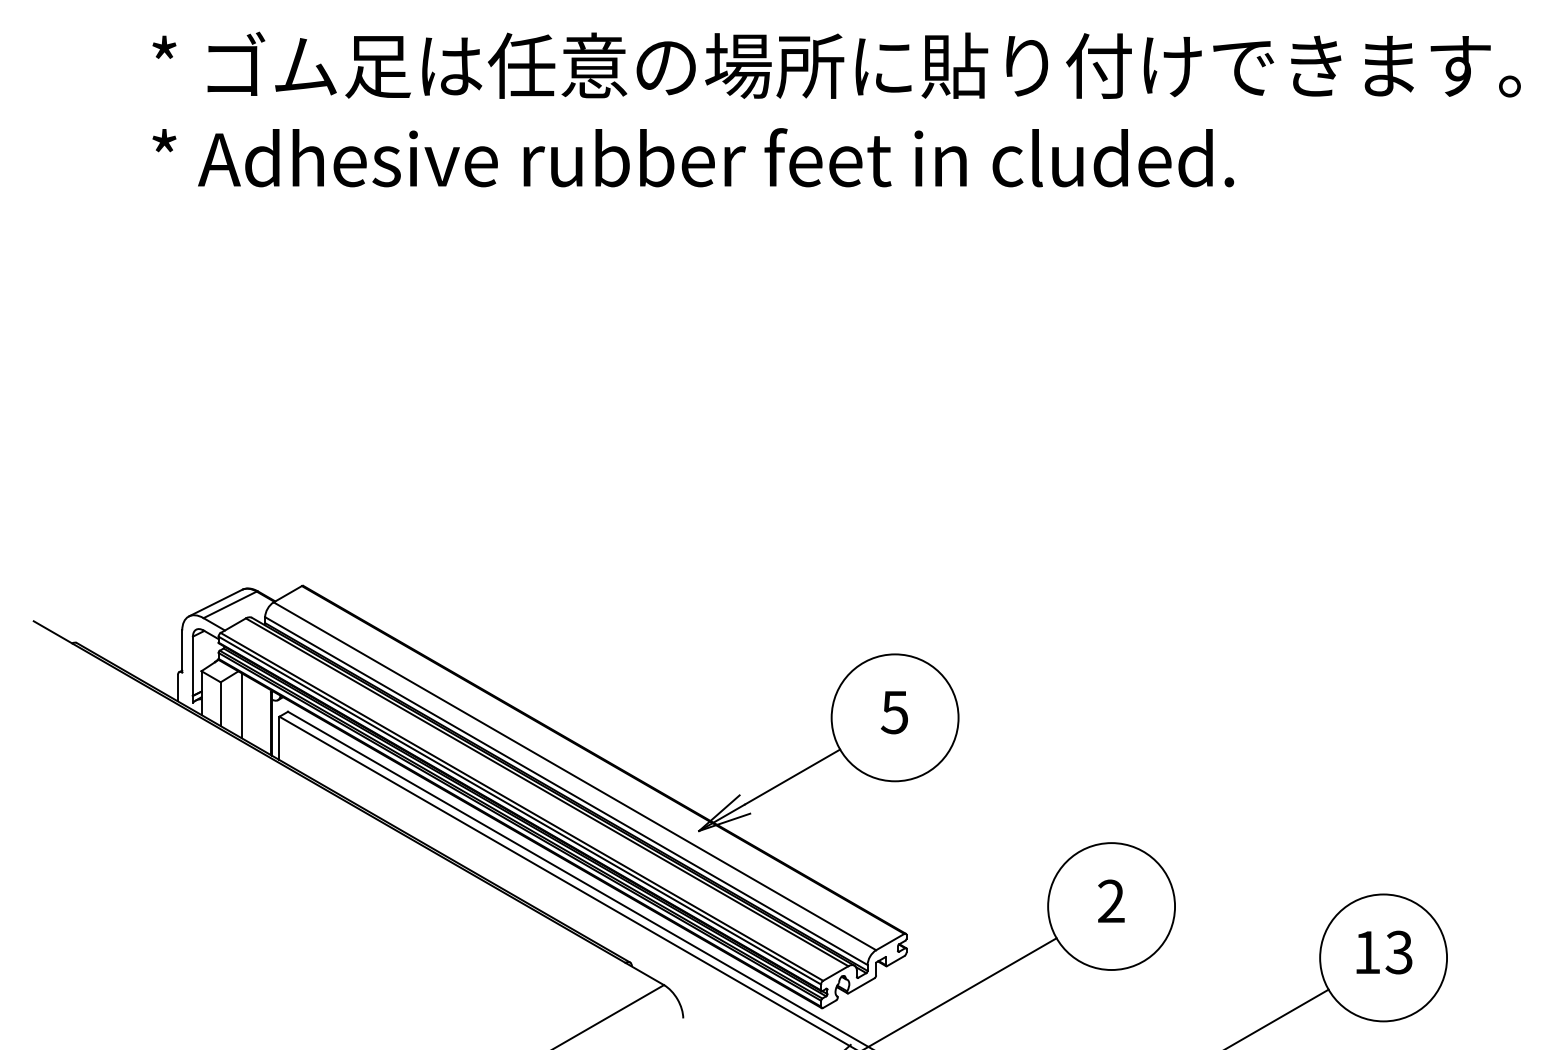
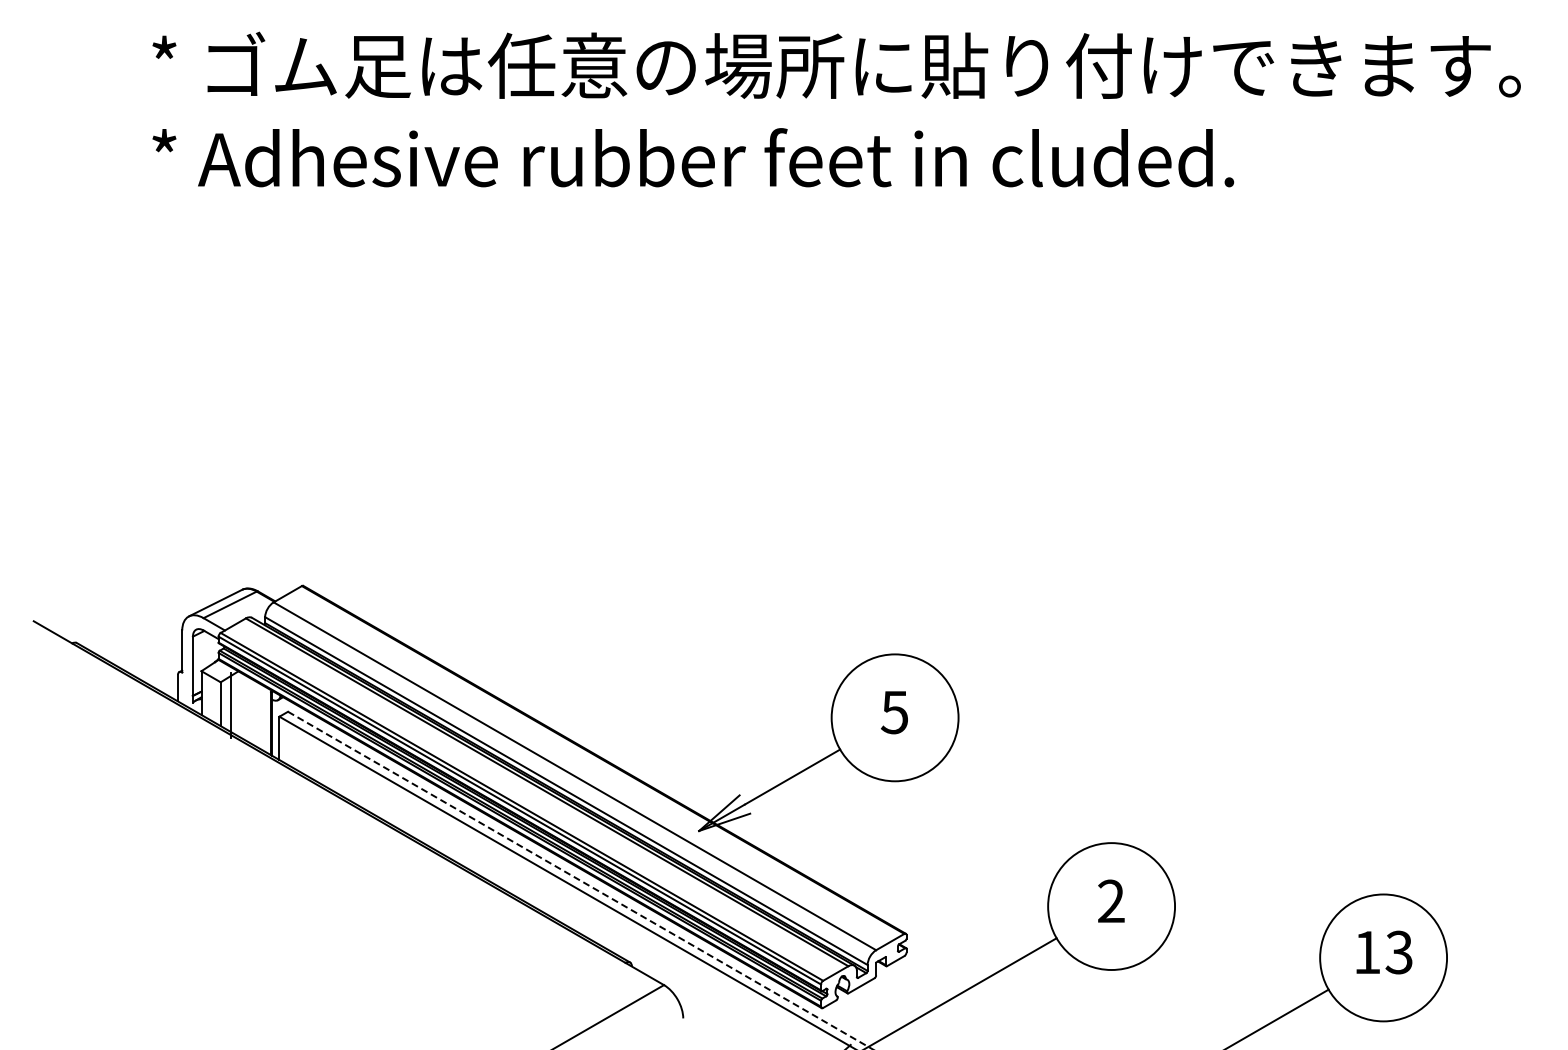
line at (242, 705) position: (242, 705) -> (231, 705)
line at (581, 881): solid -> dashed
